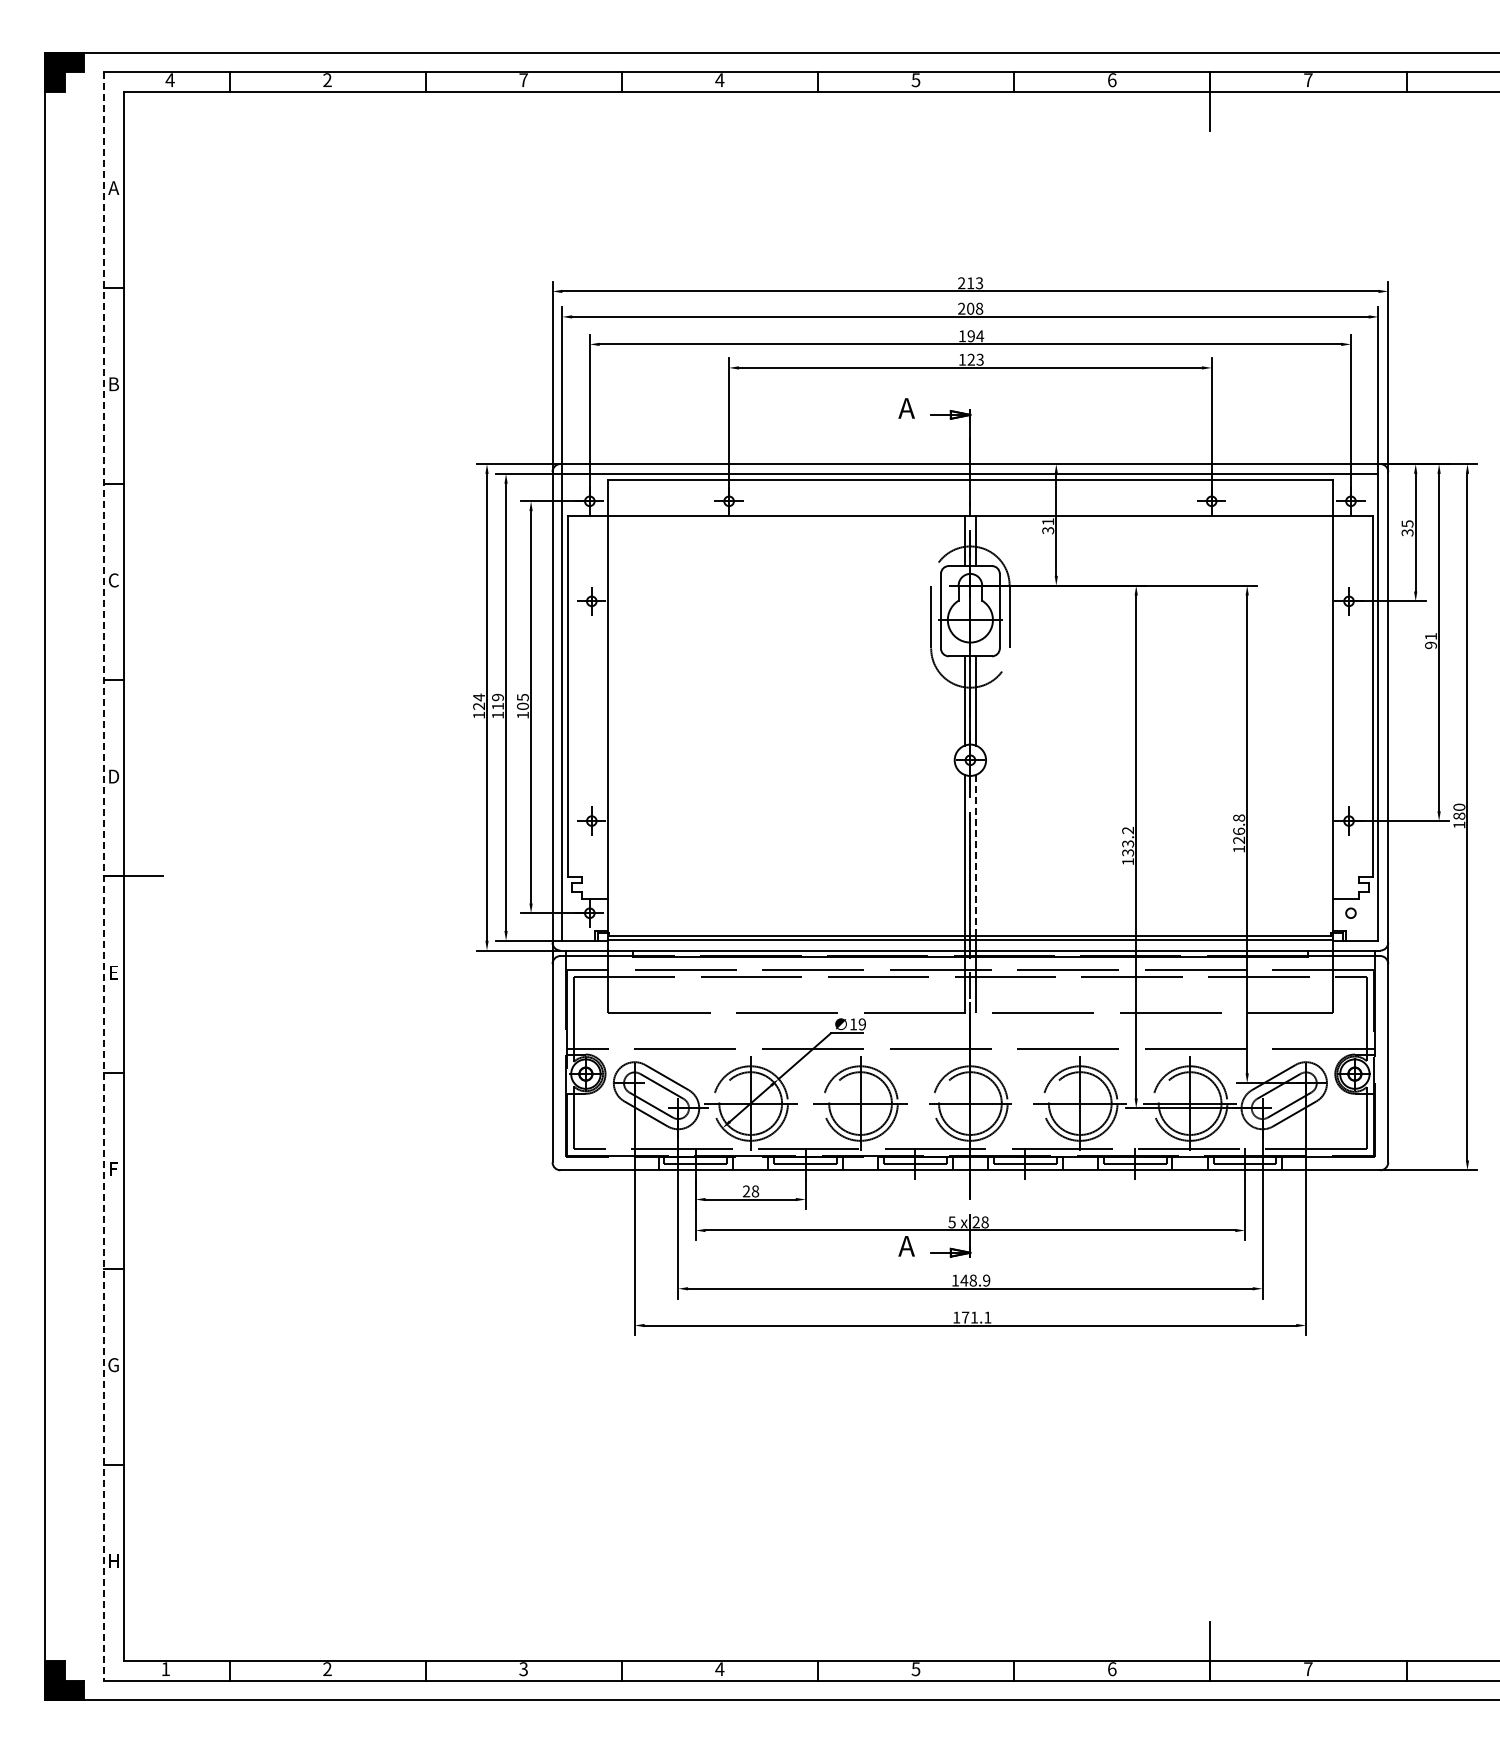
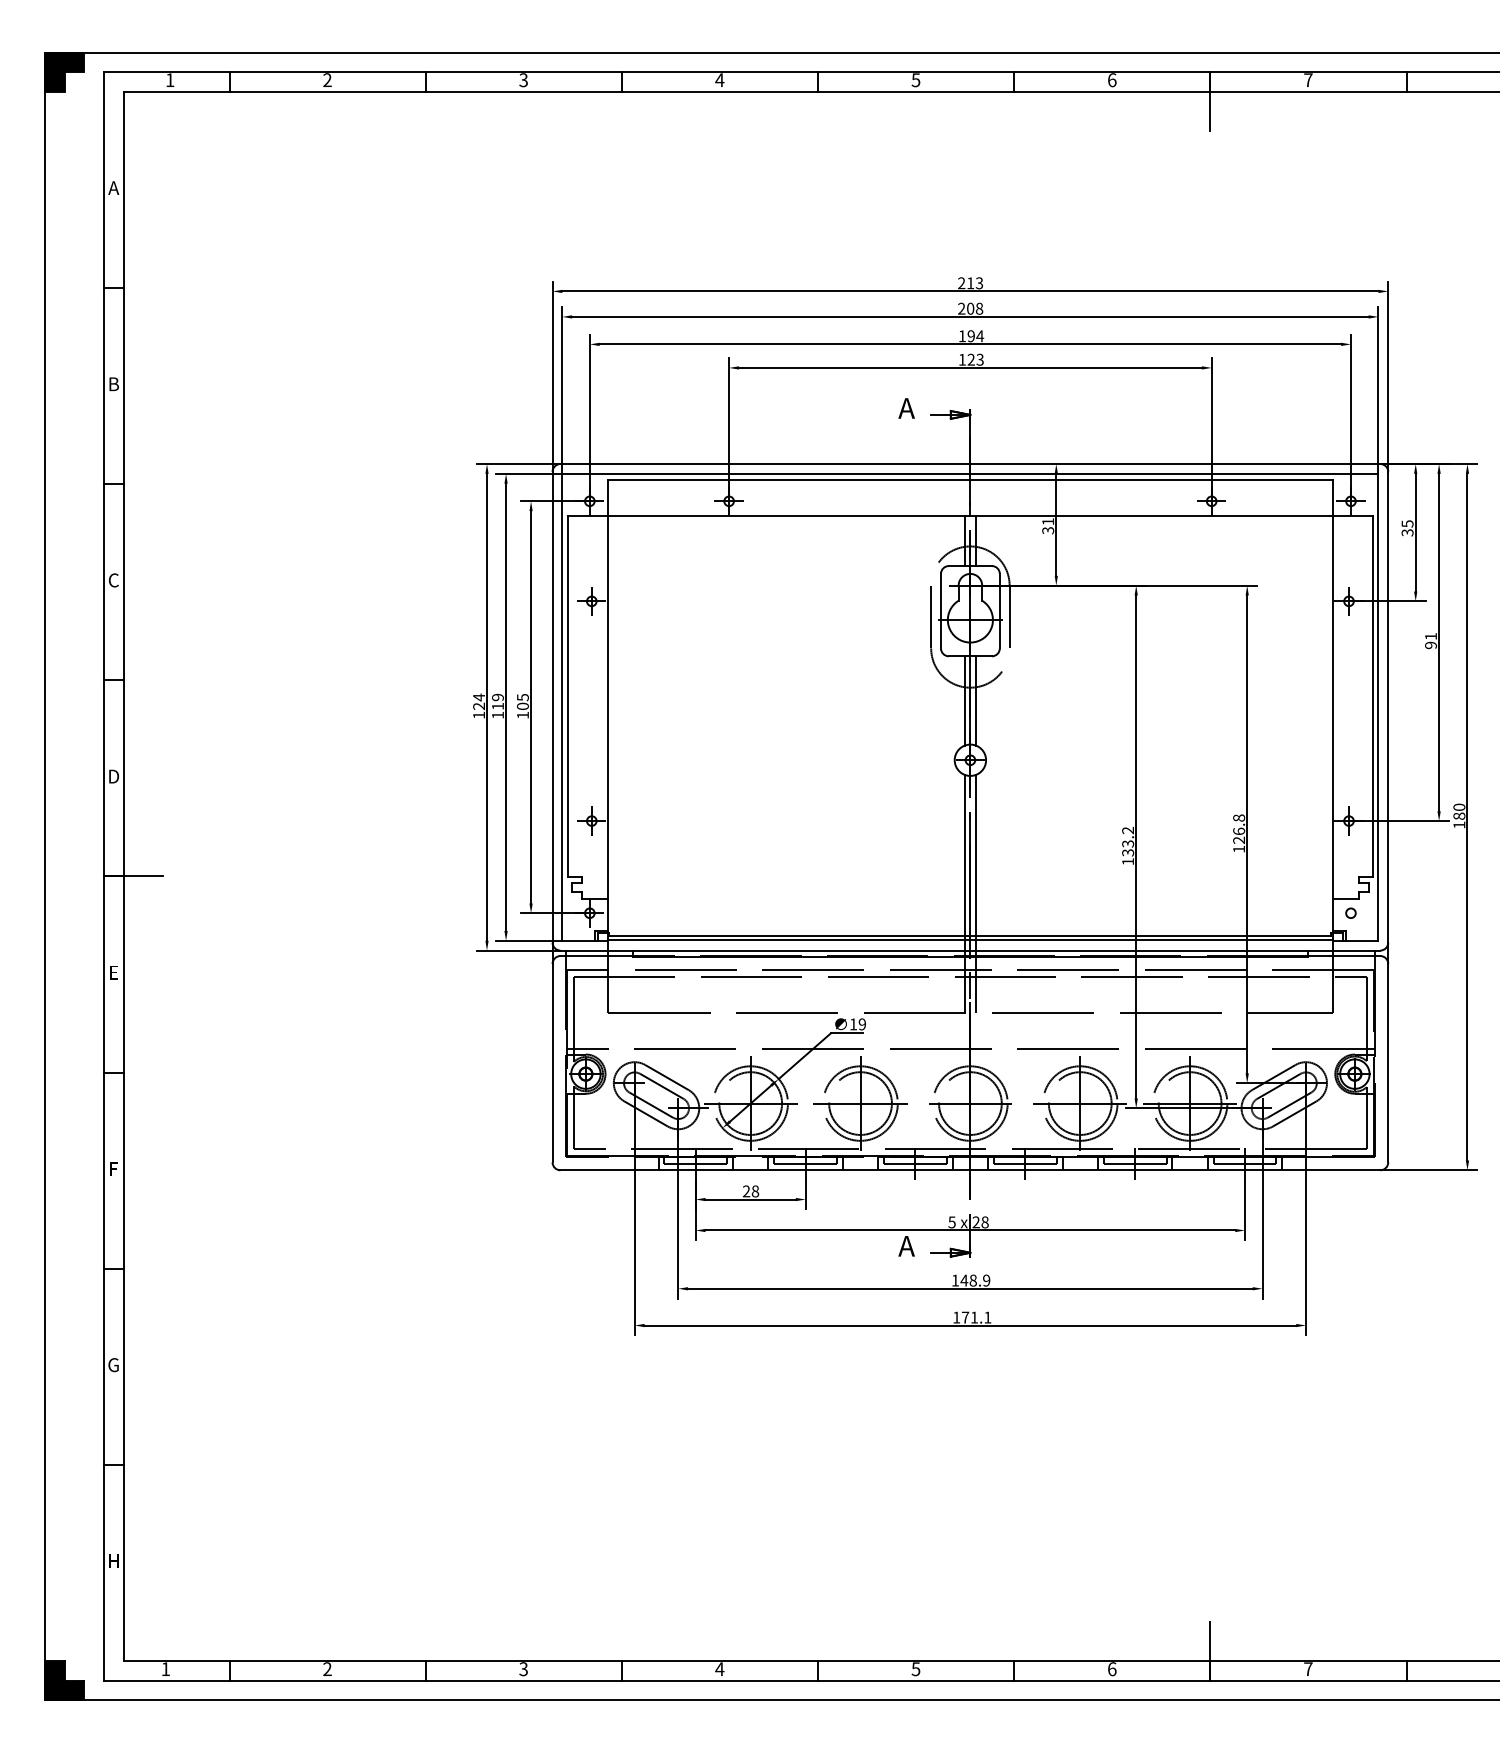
text at (169, 79): 4 -> 1
text at (523, 80): 7 -> 3
line at (976, 855): dashed -> solid
line at (103, 876): dashed -> solid
